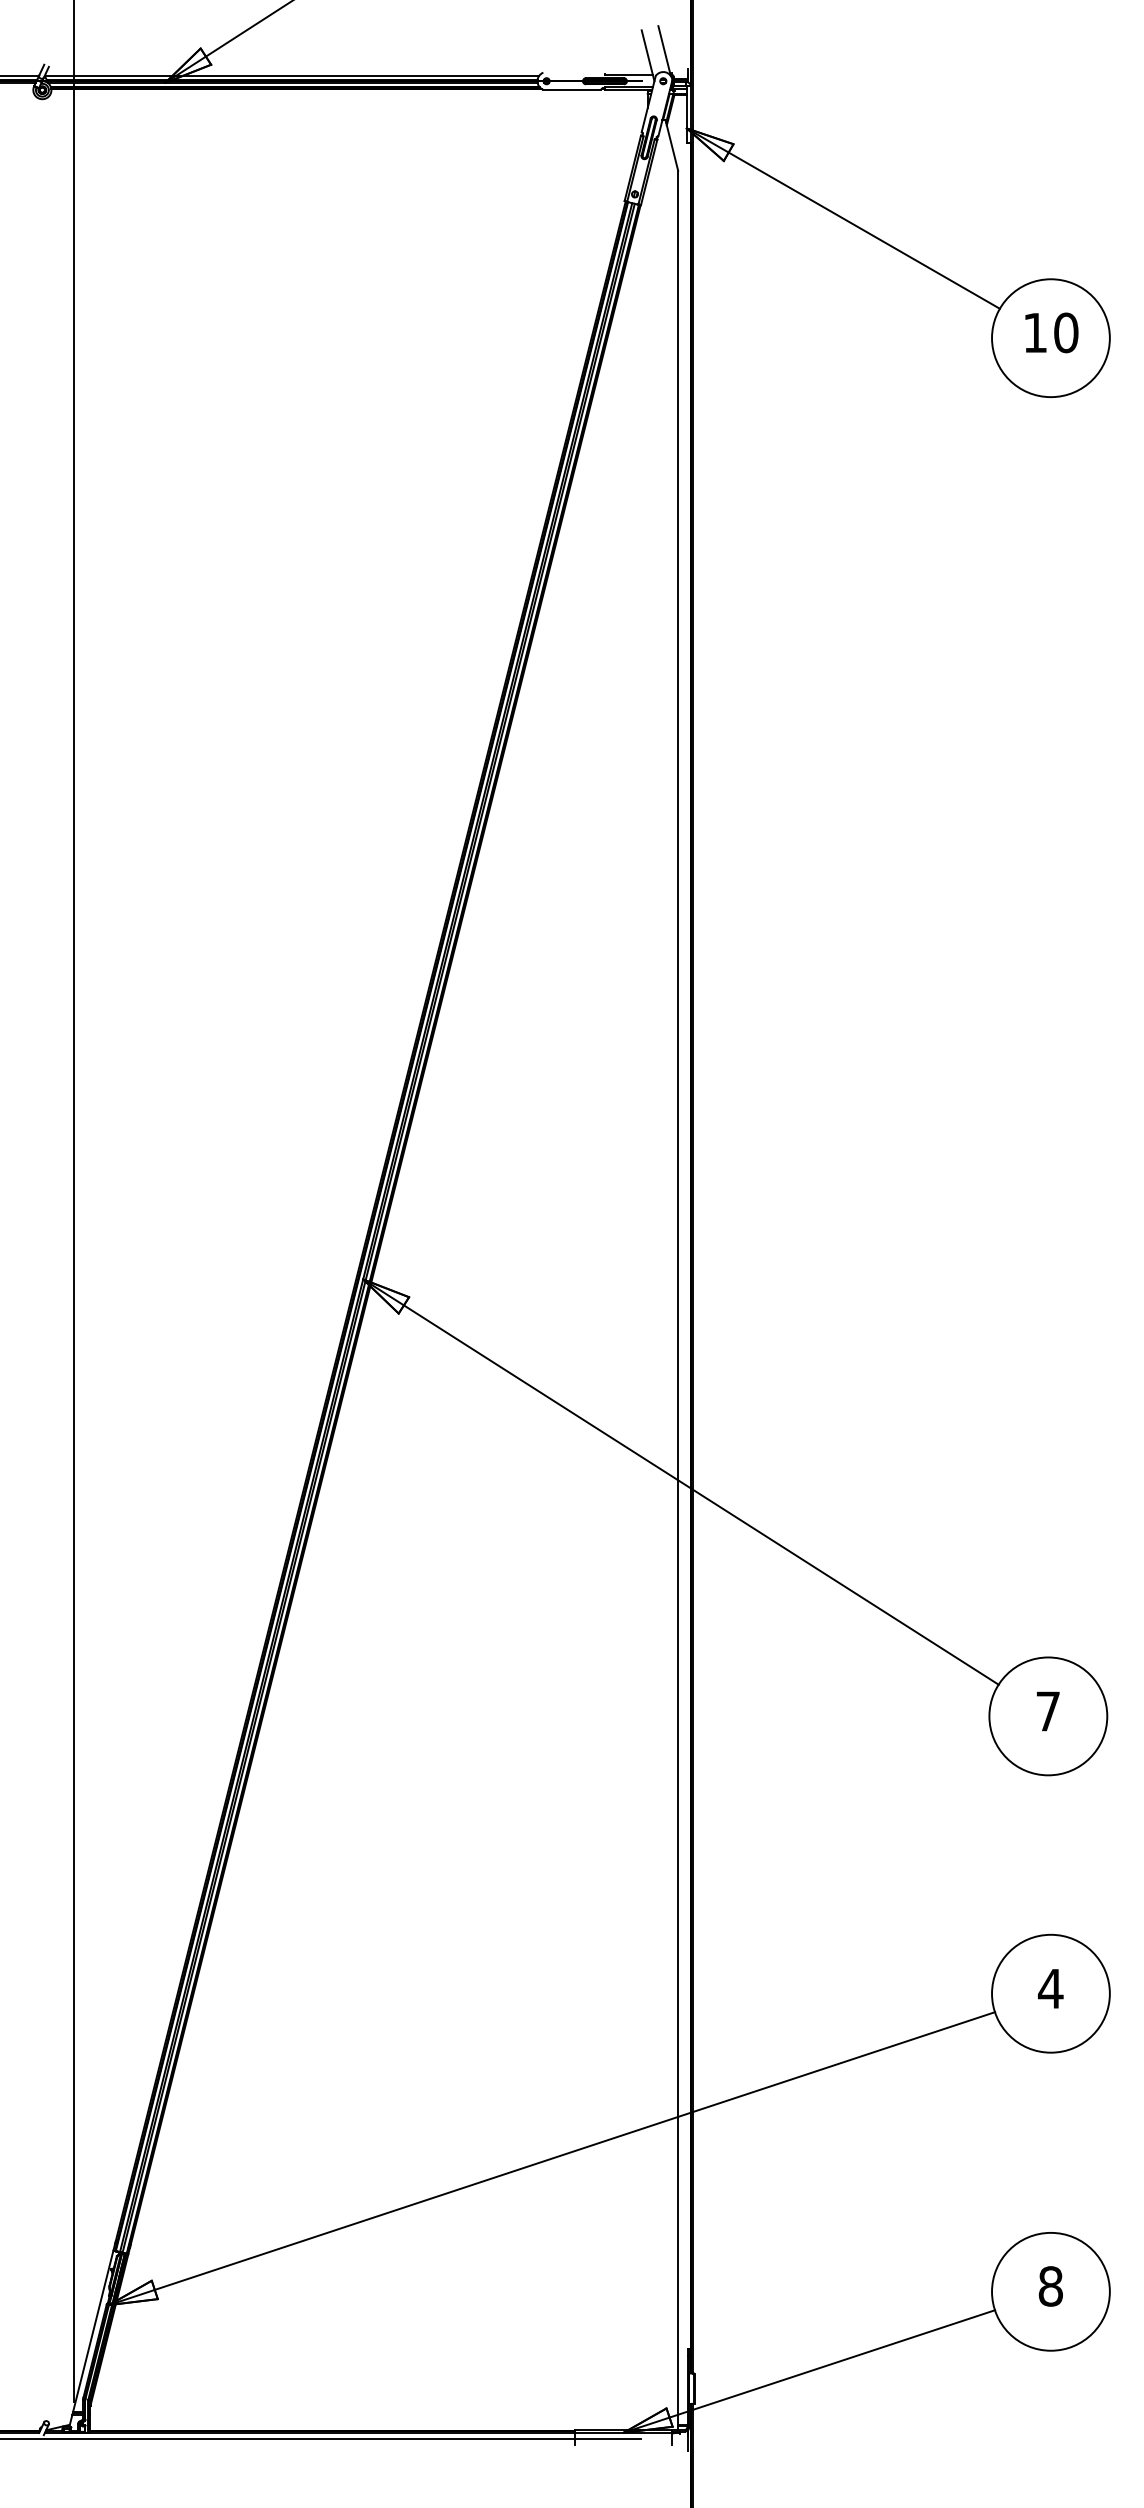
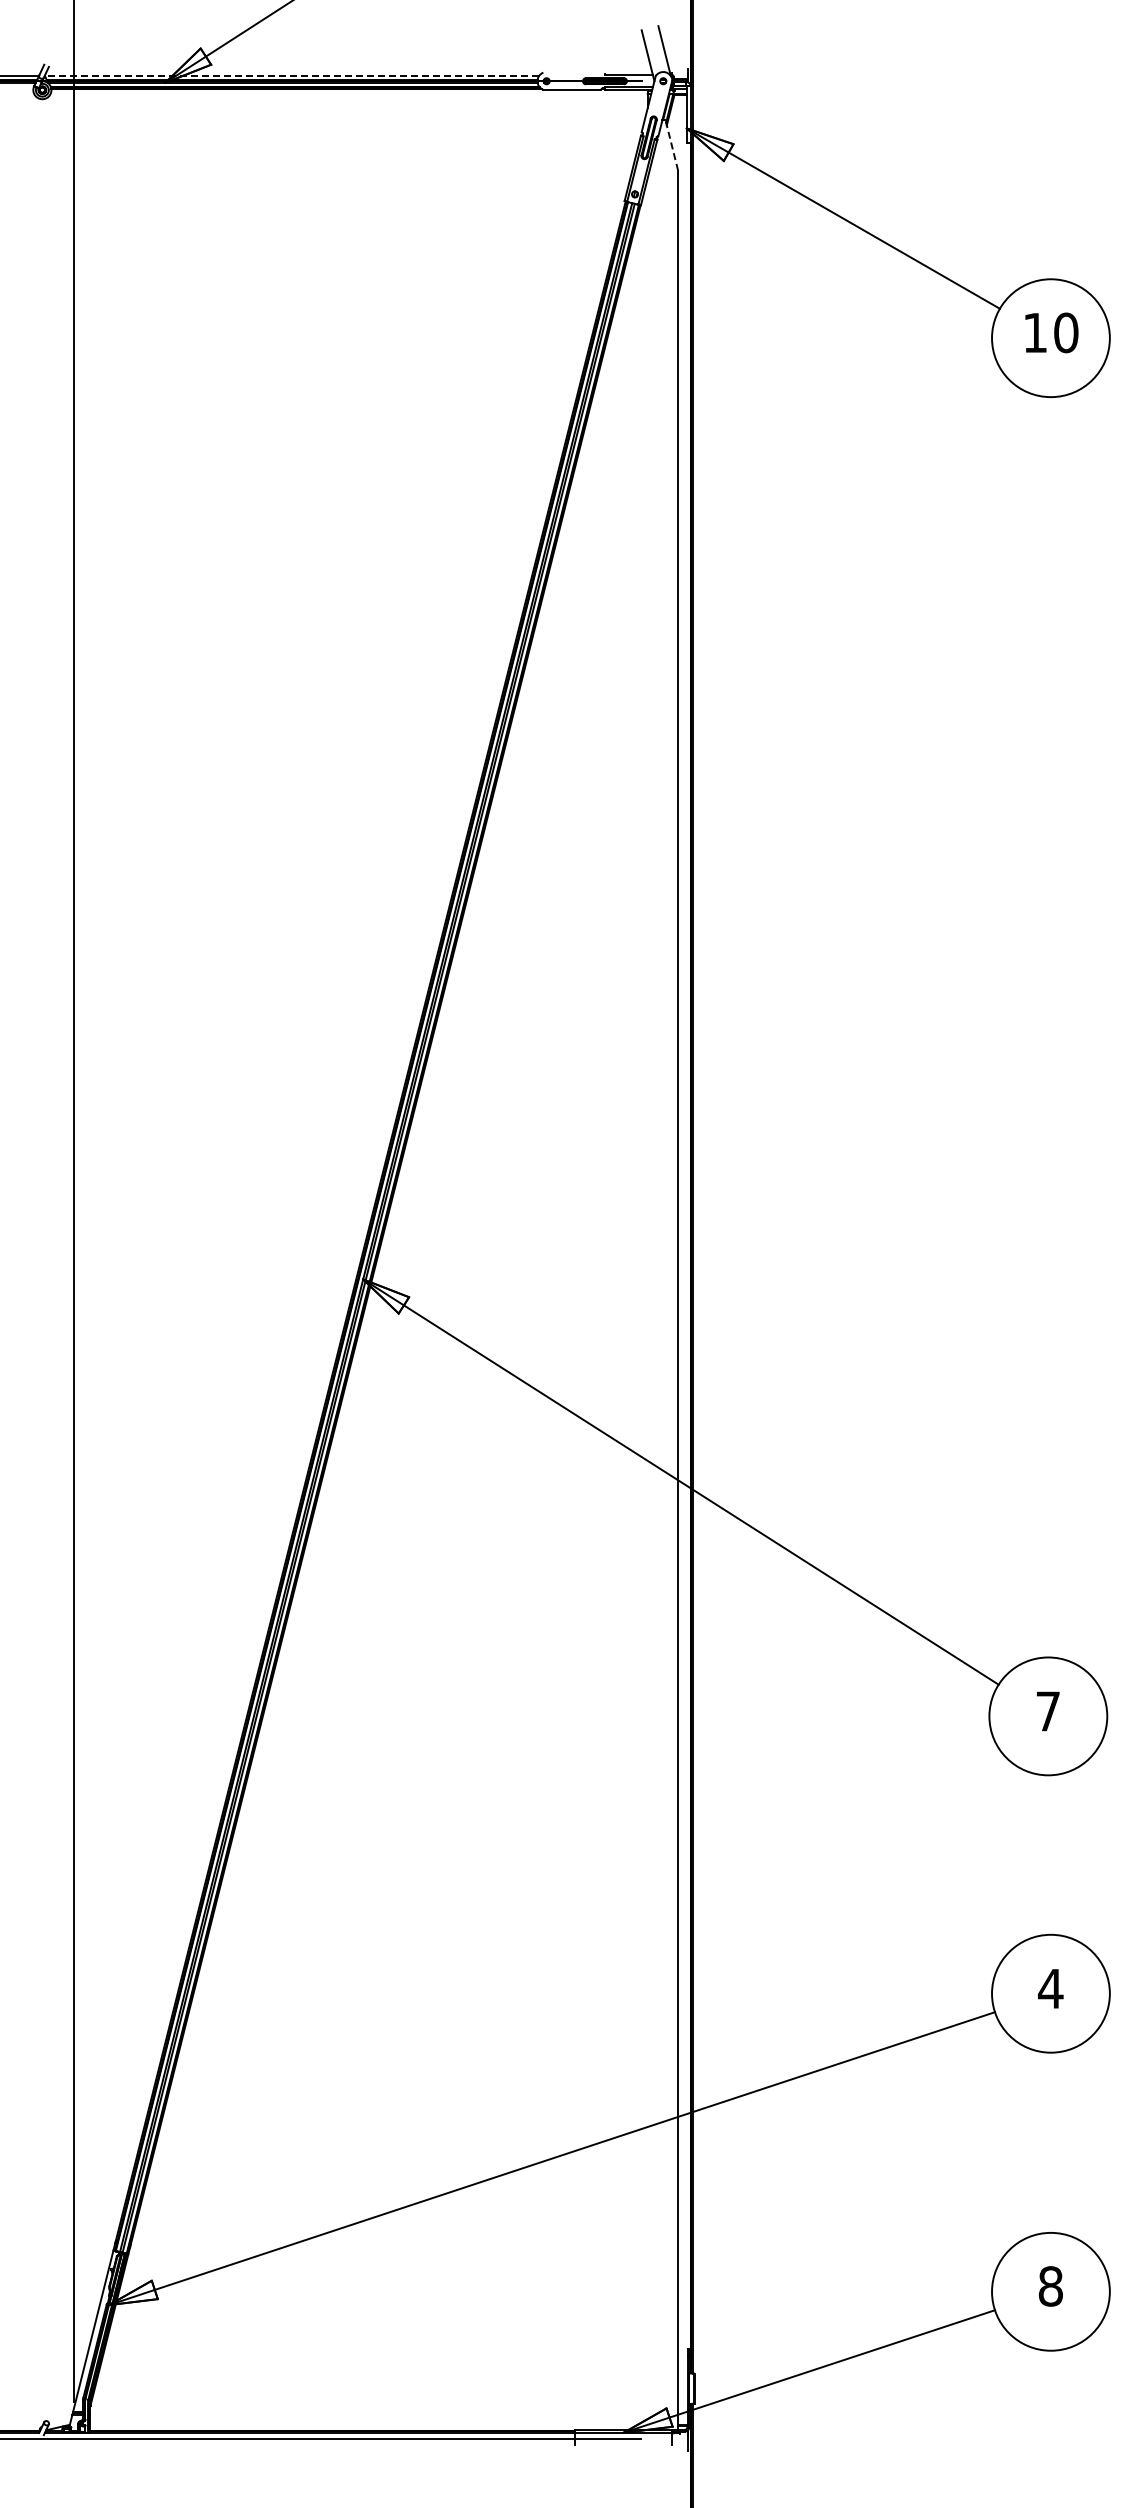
line at (291, 75): solid -> dashed
line at (671, 144): solid -> dashed
